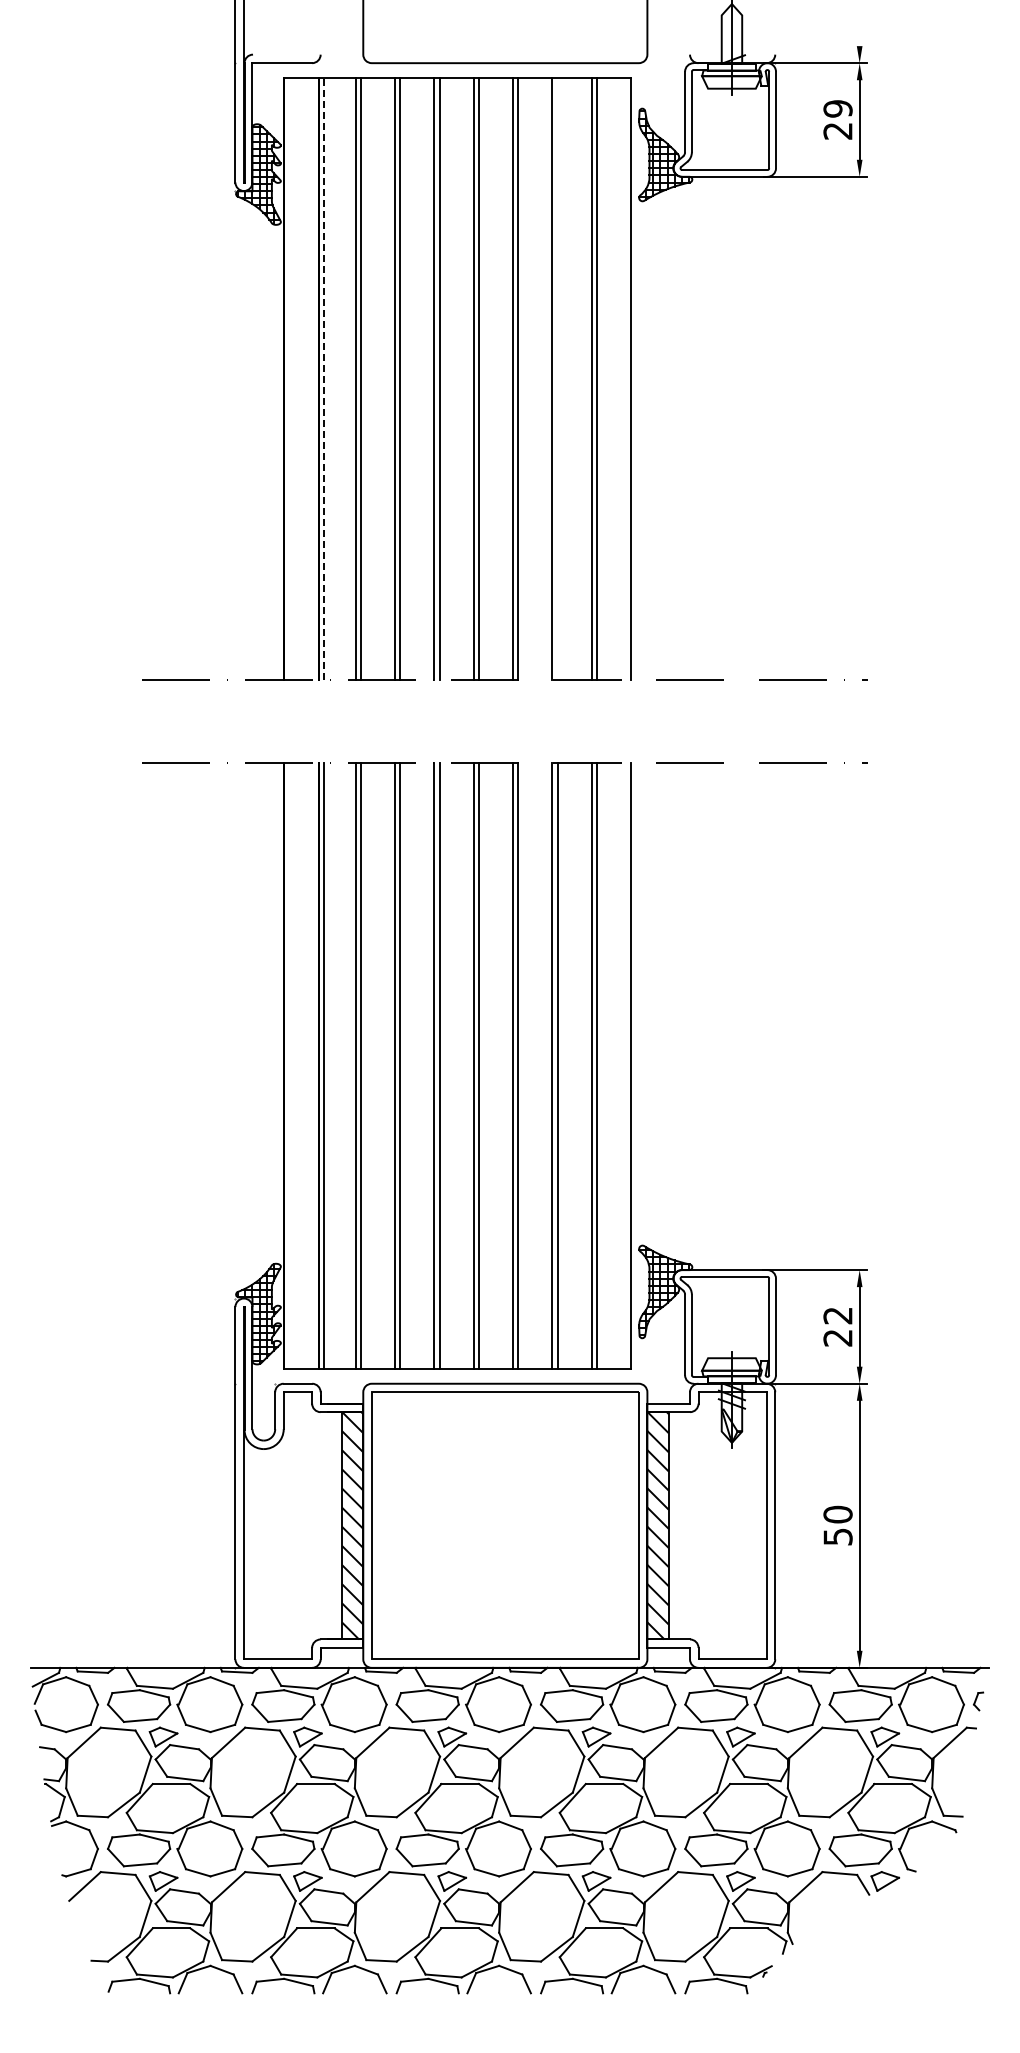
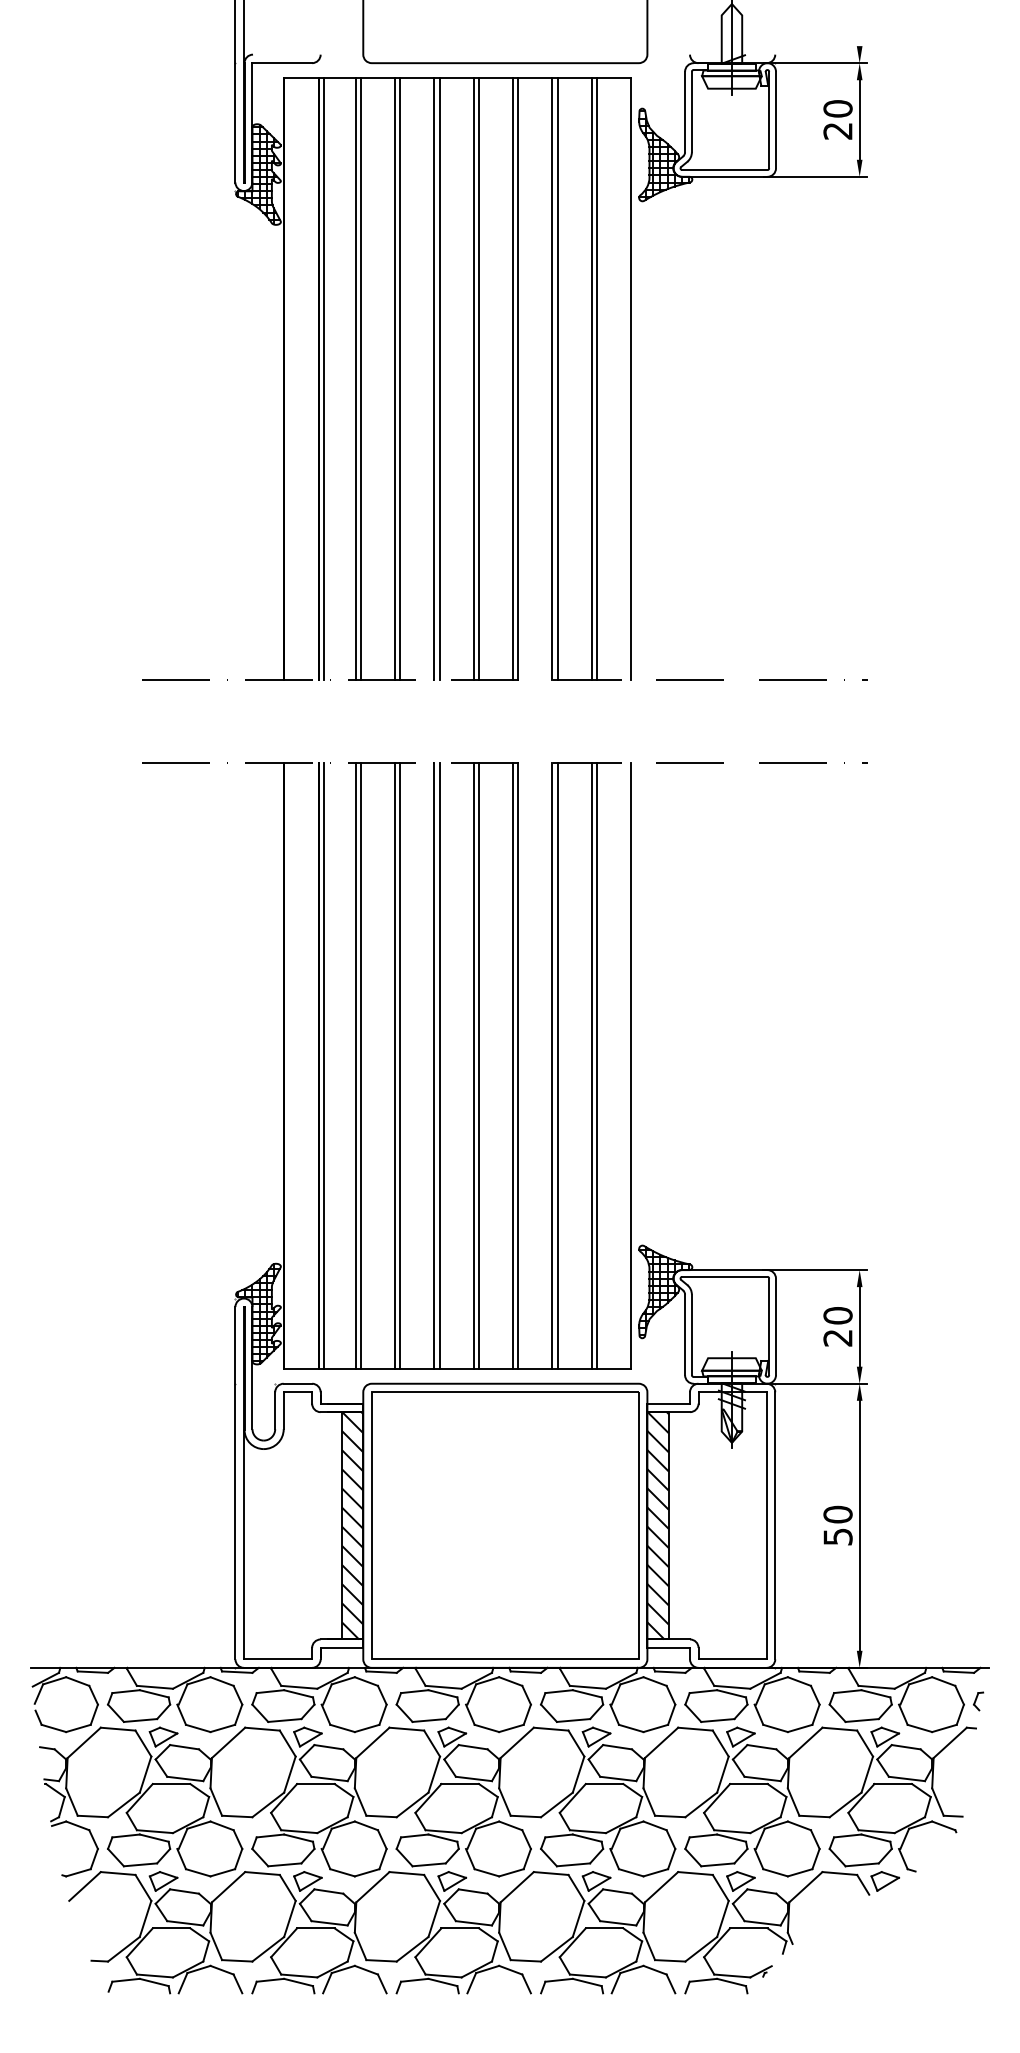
text at (837, 108): 29 -> 20
line at (323, 378): dashed -> solid
line at (557, 378): none -> present
text at (837, 1315): 22 -> 20
